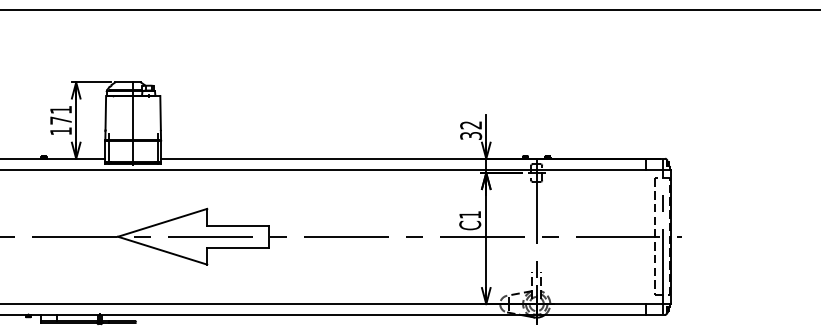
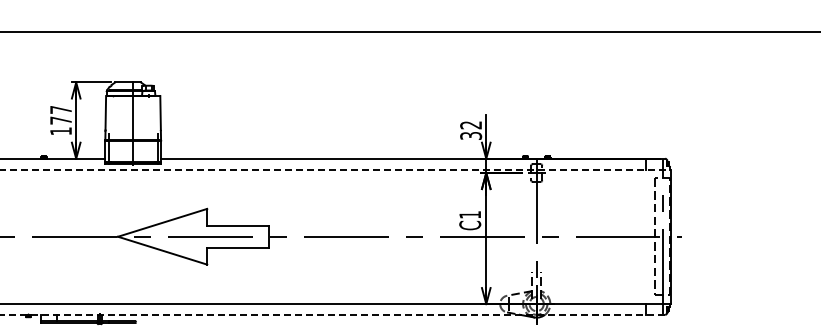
line at (409, 10) position: (409, 10) -> (409, 32)
text at (60, 109): 171 -> 177
line at (336, 169): solid -> dashed
line at (332, 314): solid -> dashed
